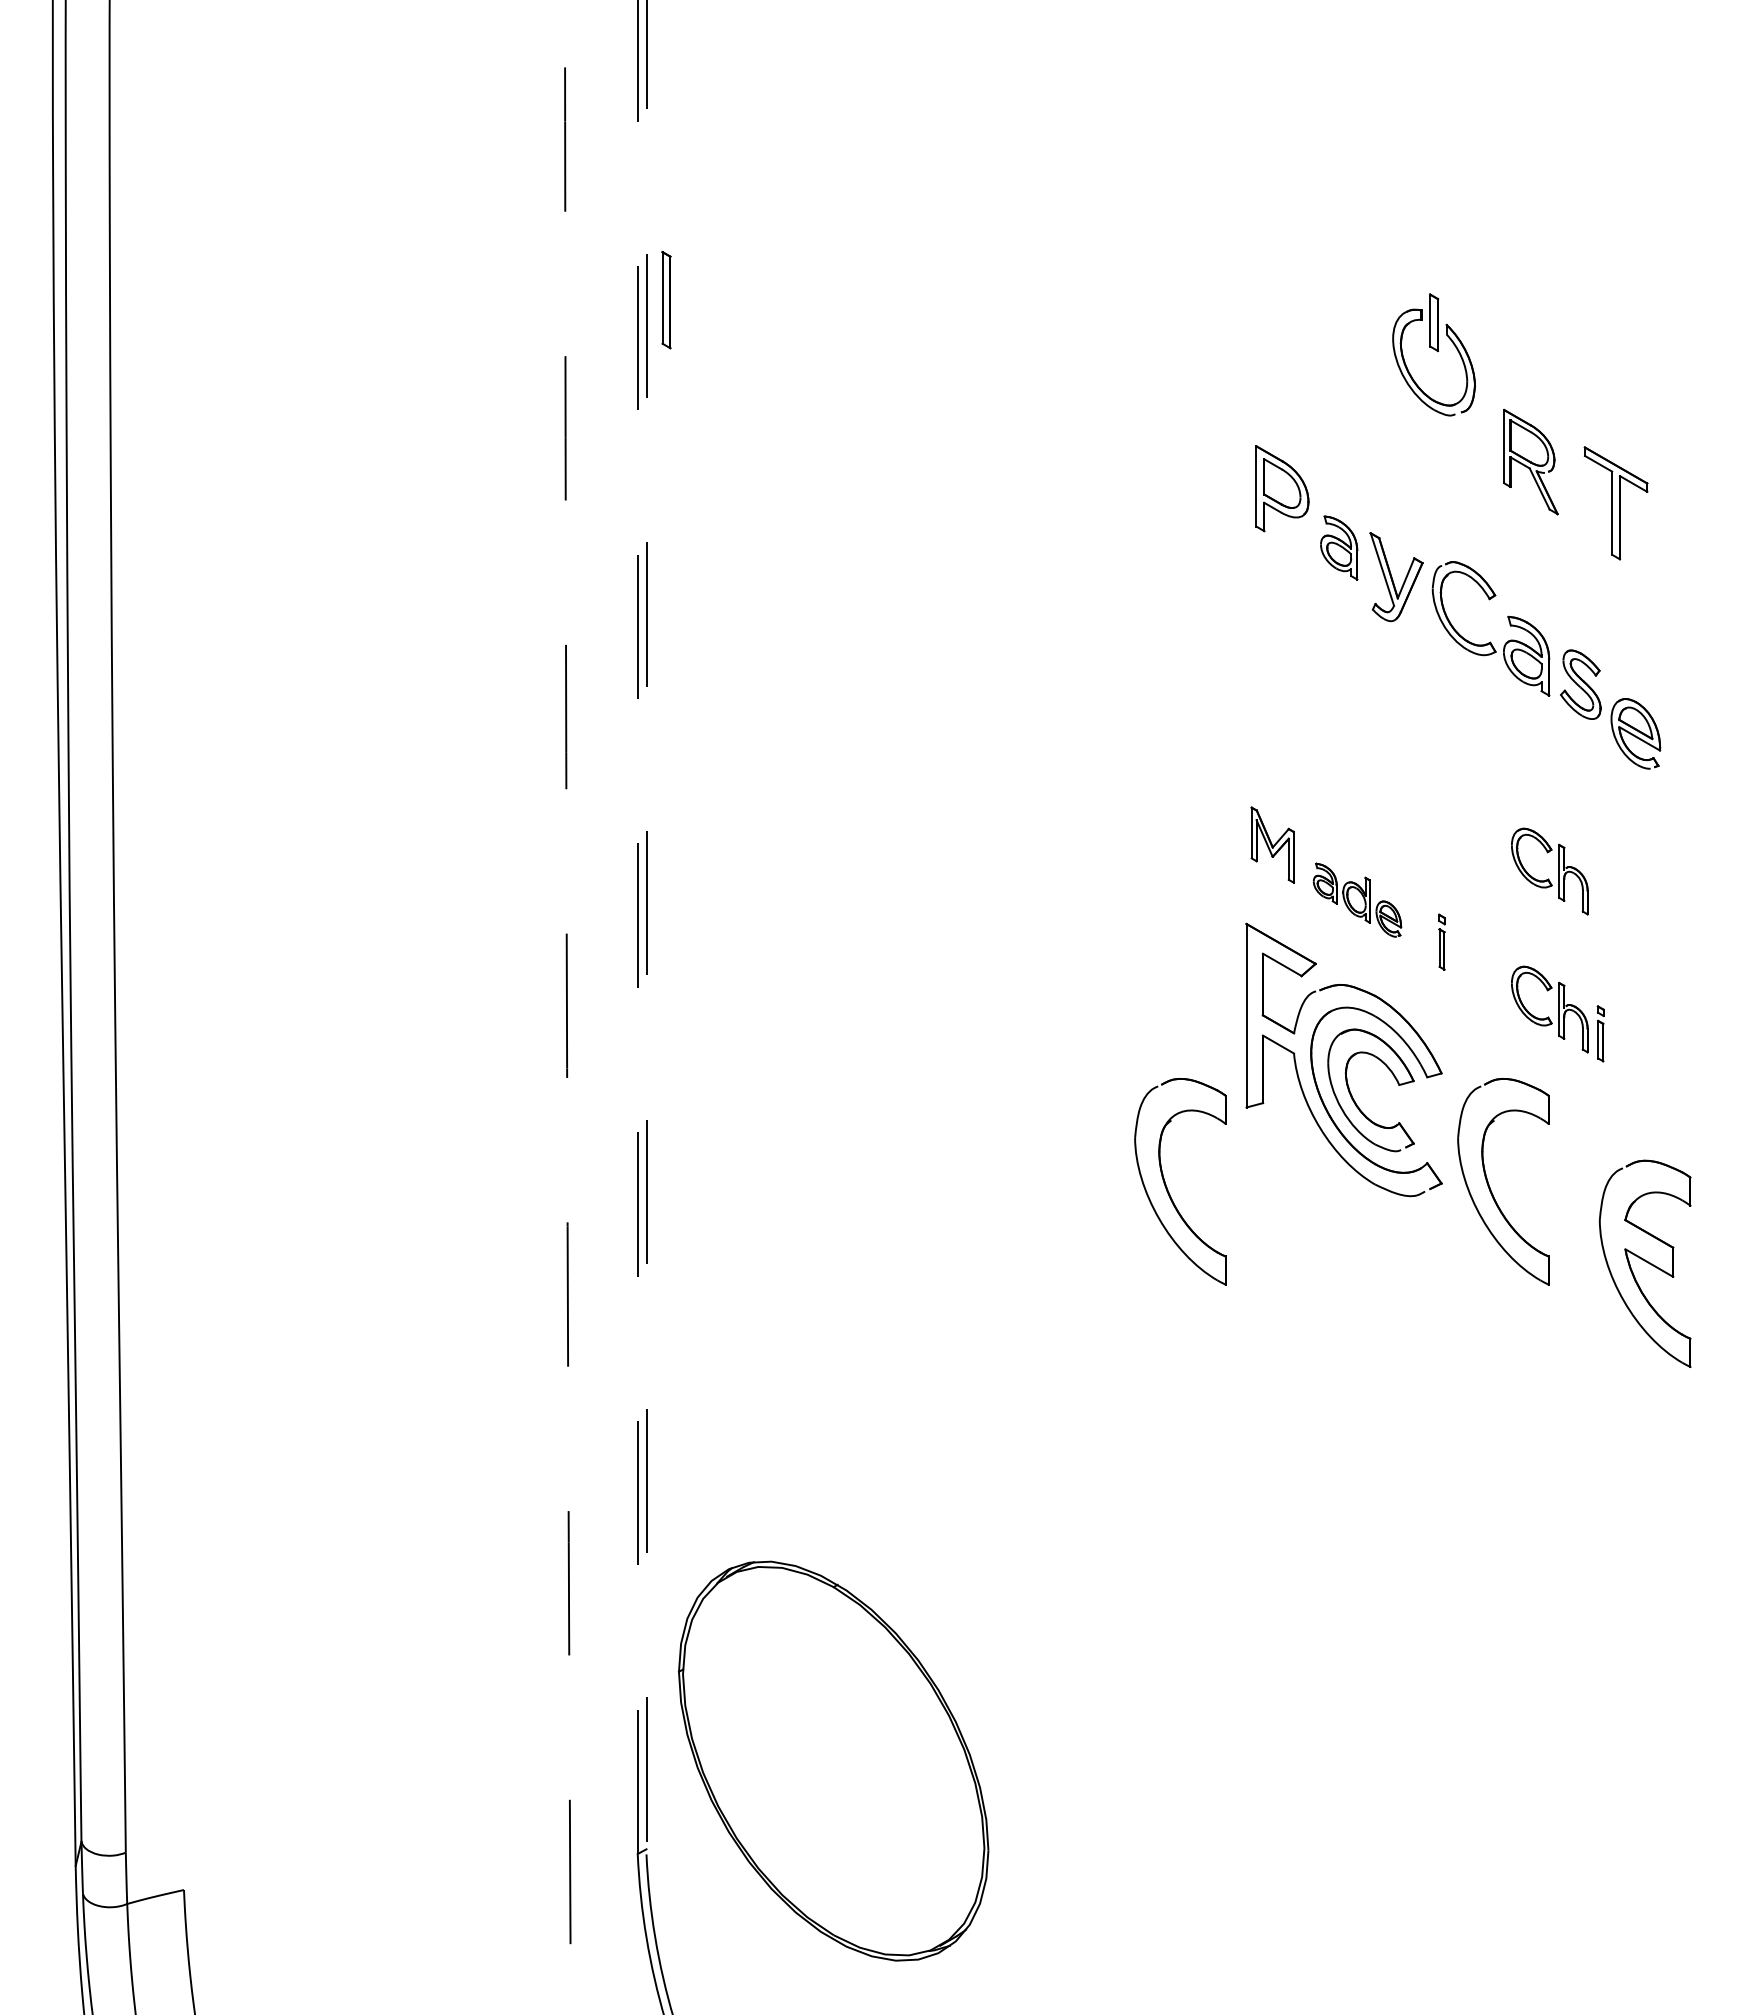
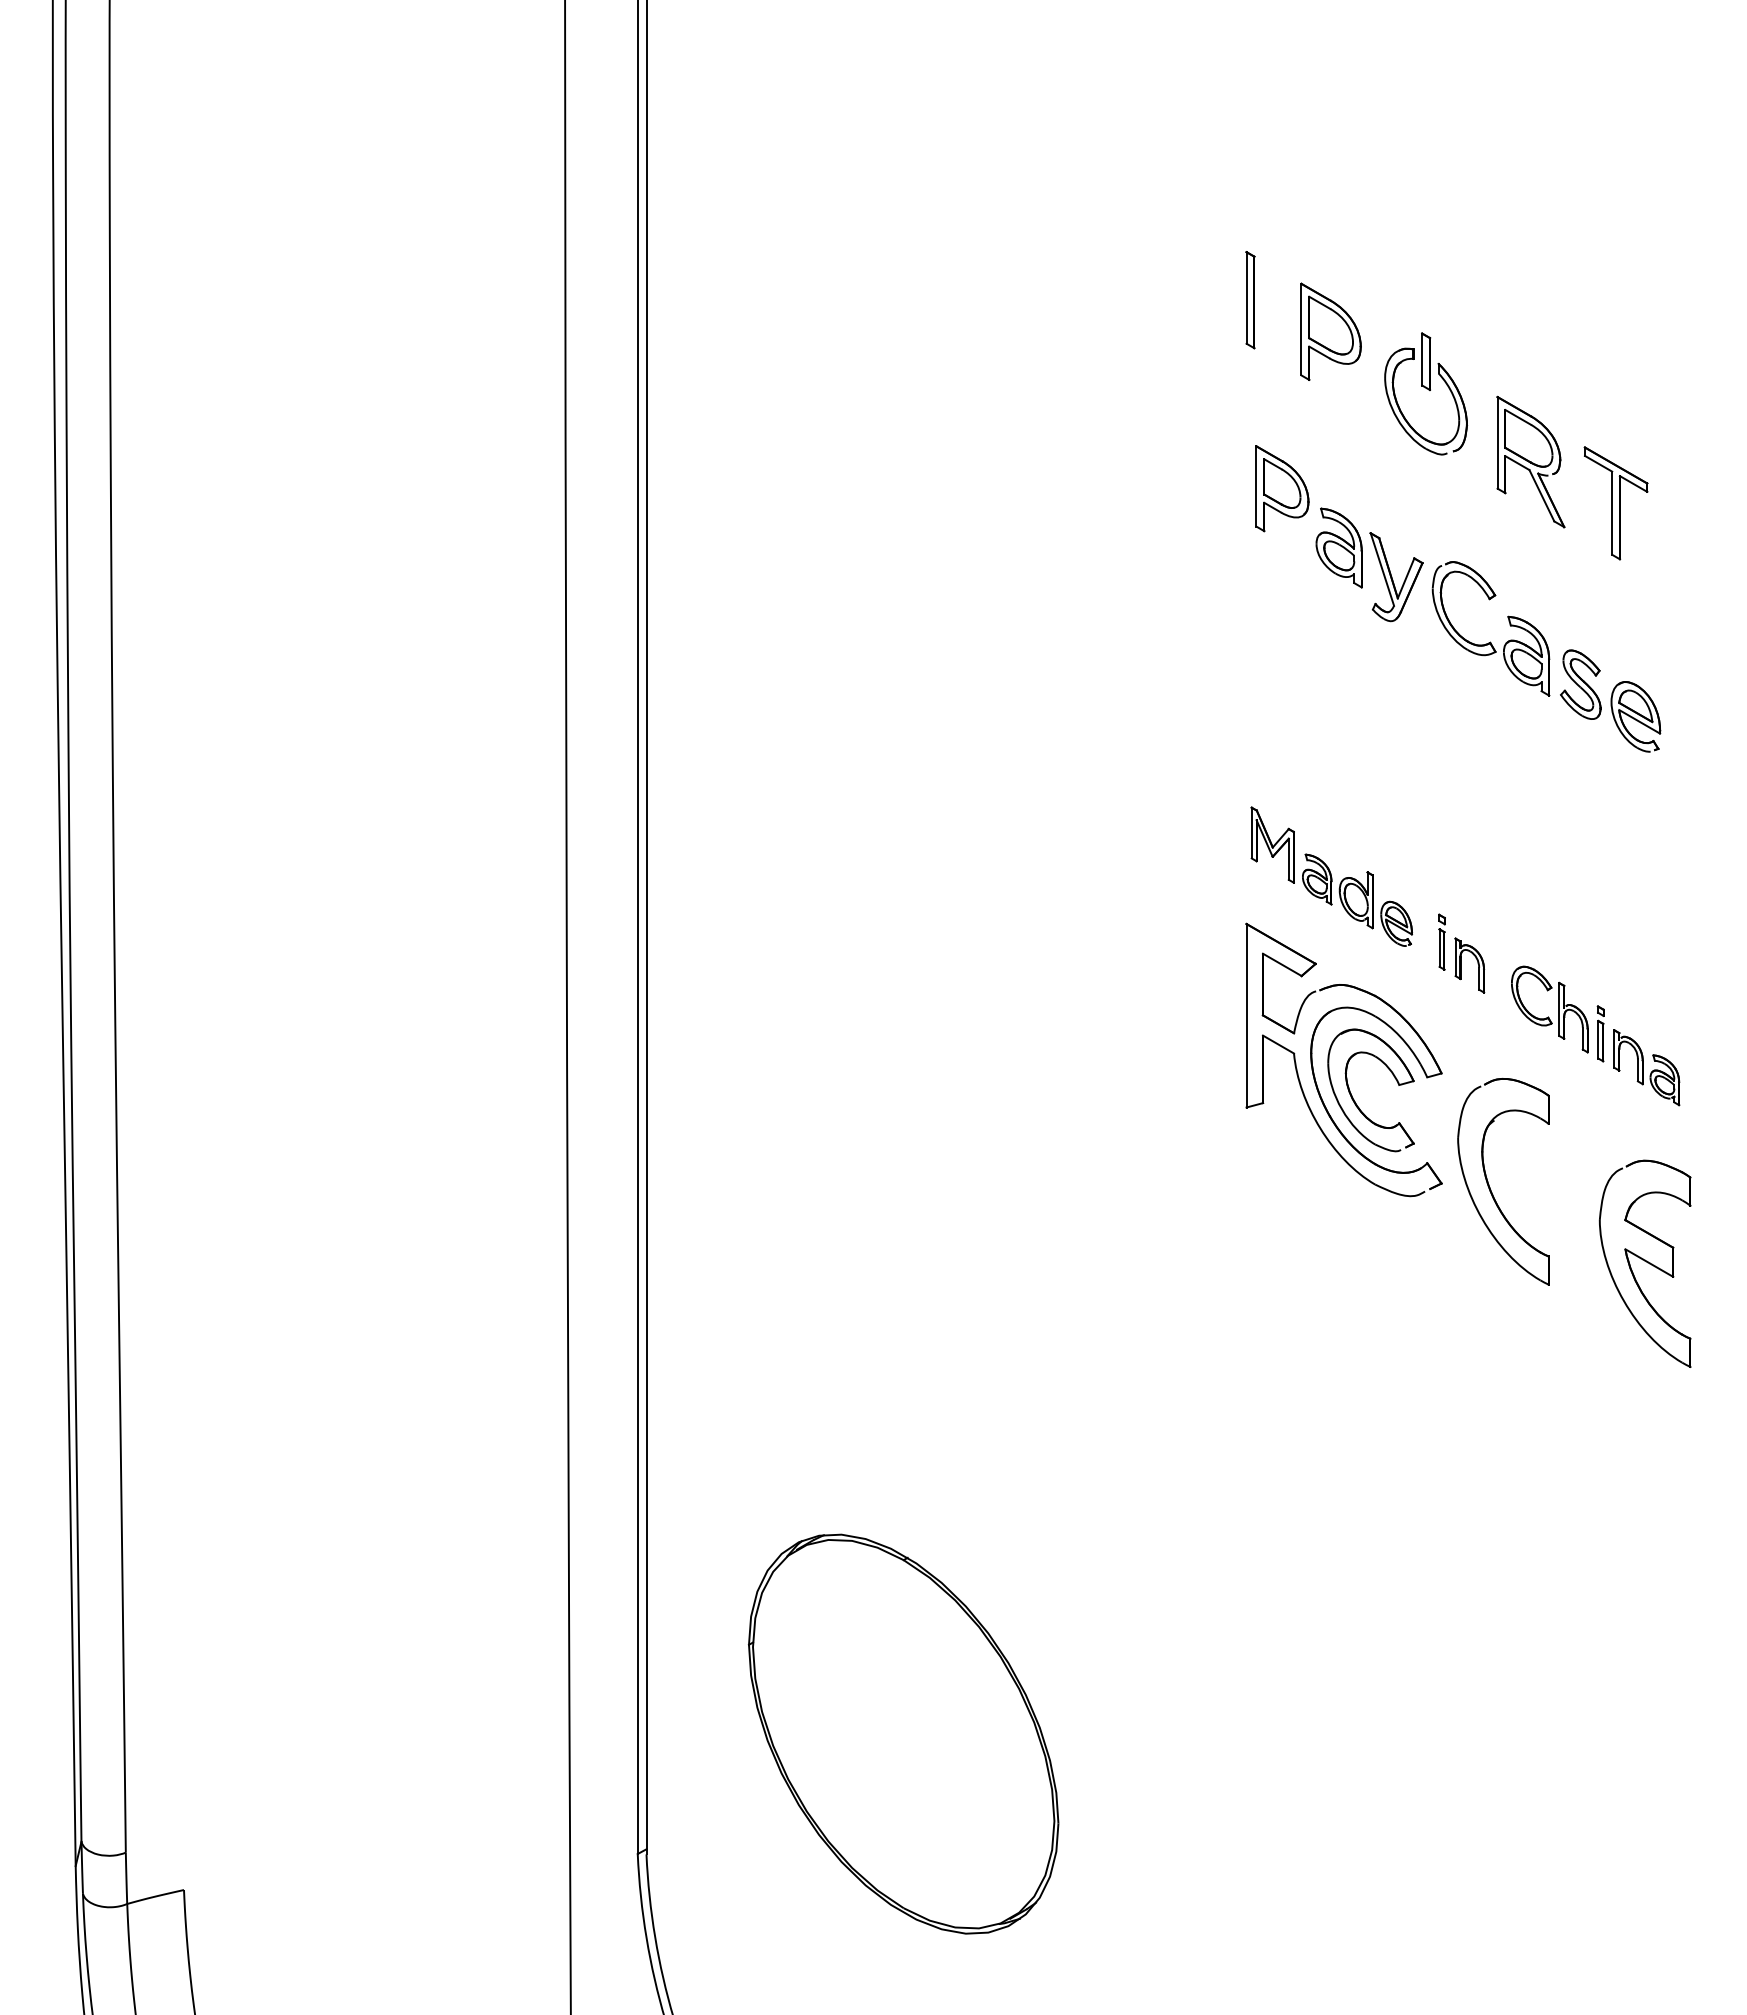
part at (666, 300) position: (666, 300) -> (1250, 300)
part at (1330, 331): none -> present
part at (1433, 354) position: (1433, 354) -> (1425, 393)
part at (1530, 461) size: 56x108 px -> 70x134 px
part at (1339, 547) size: 39x66 px -> 48x82 px
part at (1635, 733) position: (1635, 733) -> (1635, 716)
part at (1548, 878): present -> none
part at (1357, 899) size: 90x76 px -> 111x94 px
line at (637, 927): dashed -> solid
line at (646, 927): dashed -> solid
part at (1461, 965): none -> present
arc at (567, 1007): dashed -> solid
part at (1646, 1067): none -> present
part at (1166, 1184): present -> none
part at (833, 1760) position: (833, 1760) -> (903, 1733)
